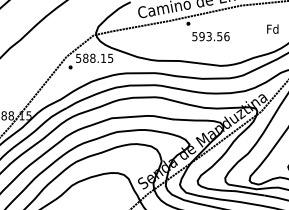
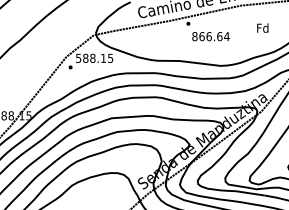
text at (272, 28) position: (272, 28) -> (262, 27)
text at (210, 36): 593.56 -> 866.64
